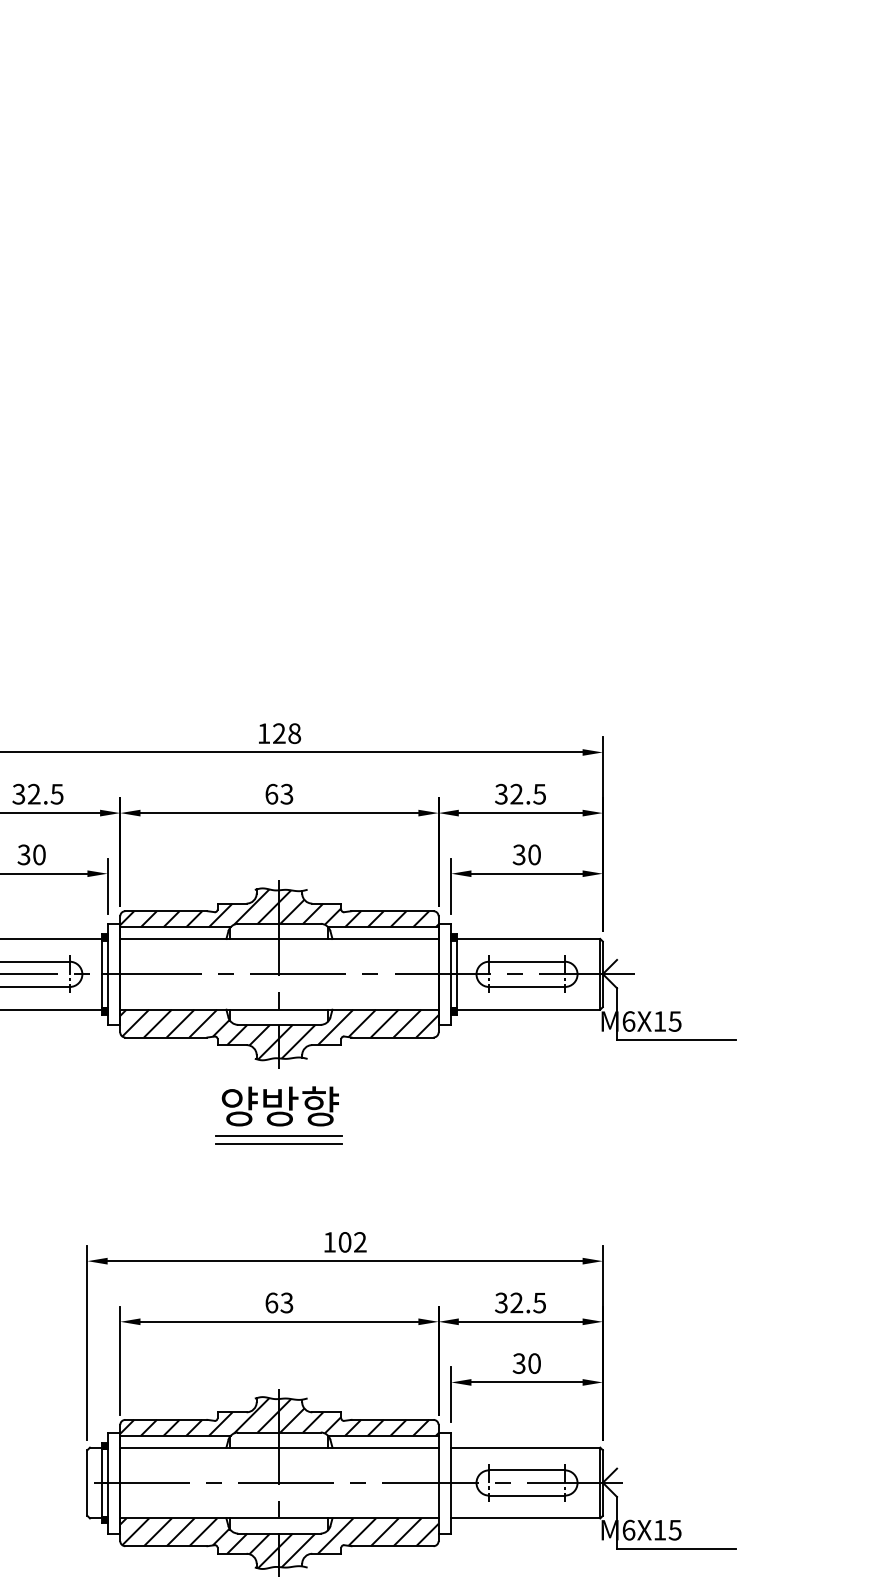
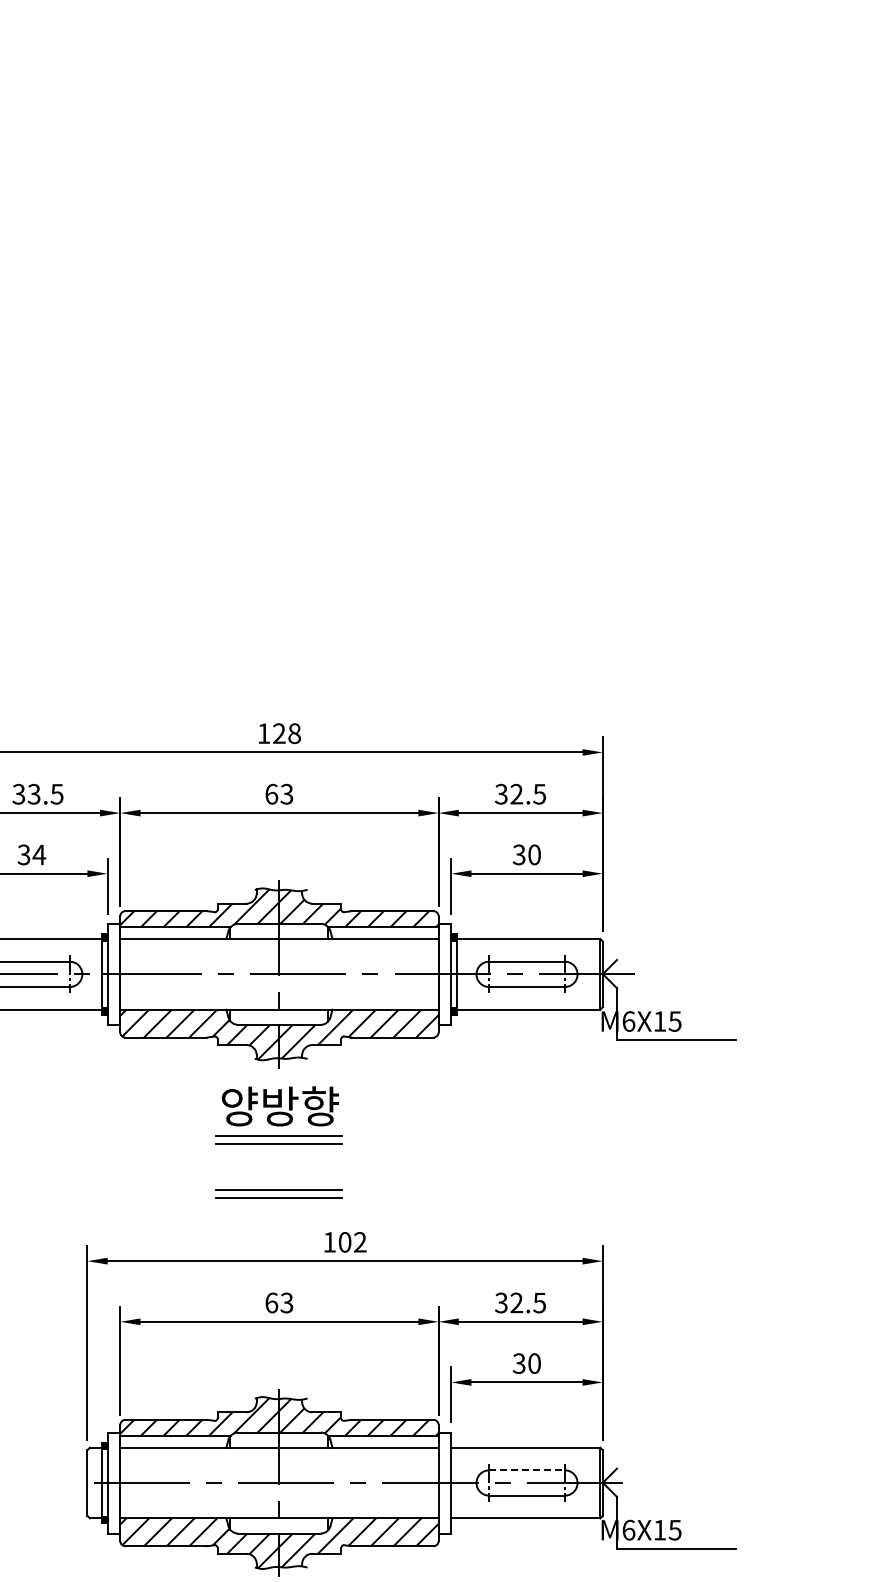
text at (33, 794): 32.5 -> 33.5
text at (39, 854): 30 -> 34
part at (278, 1193): none -> present
line at (527, 1470): solid -> dashed
